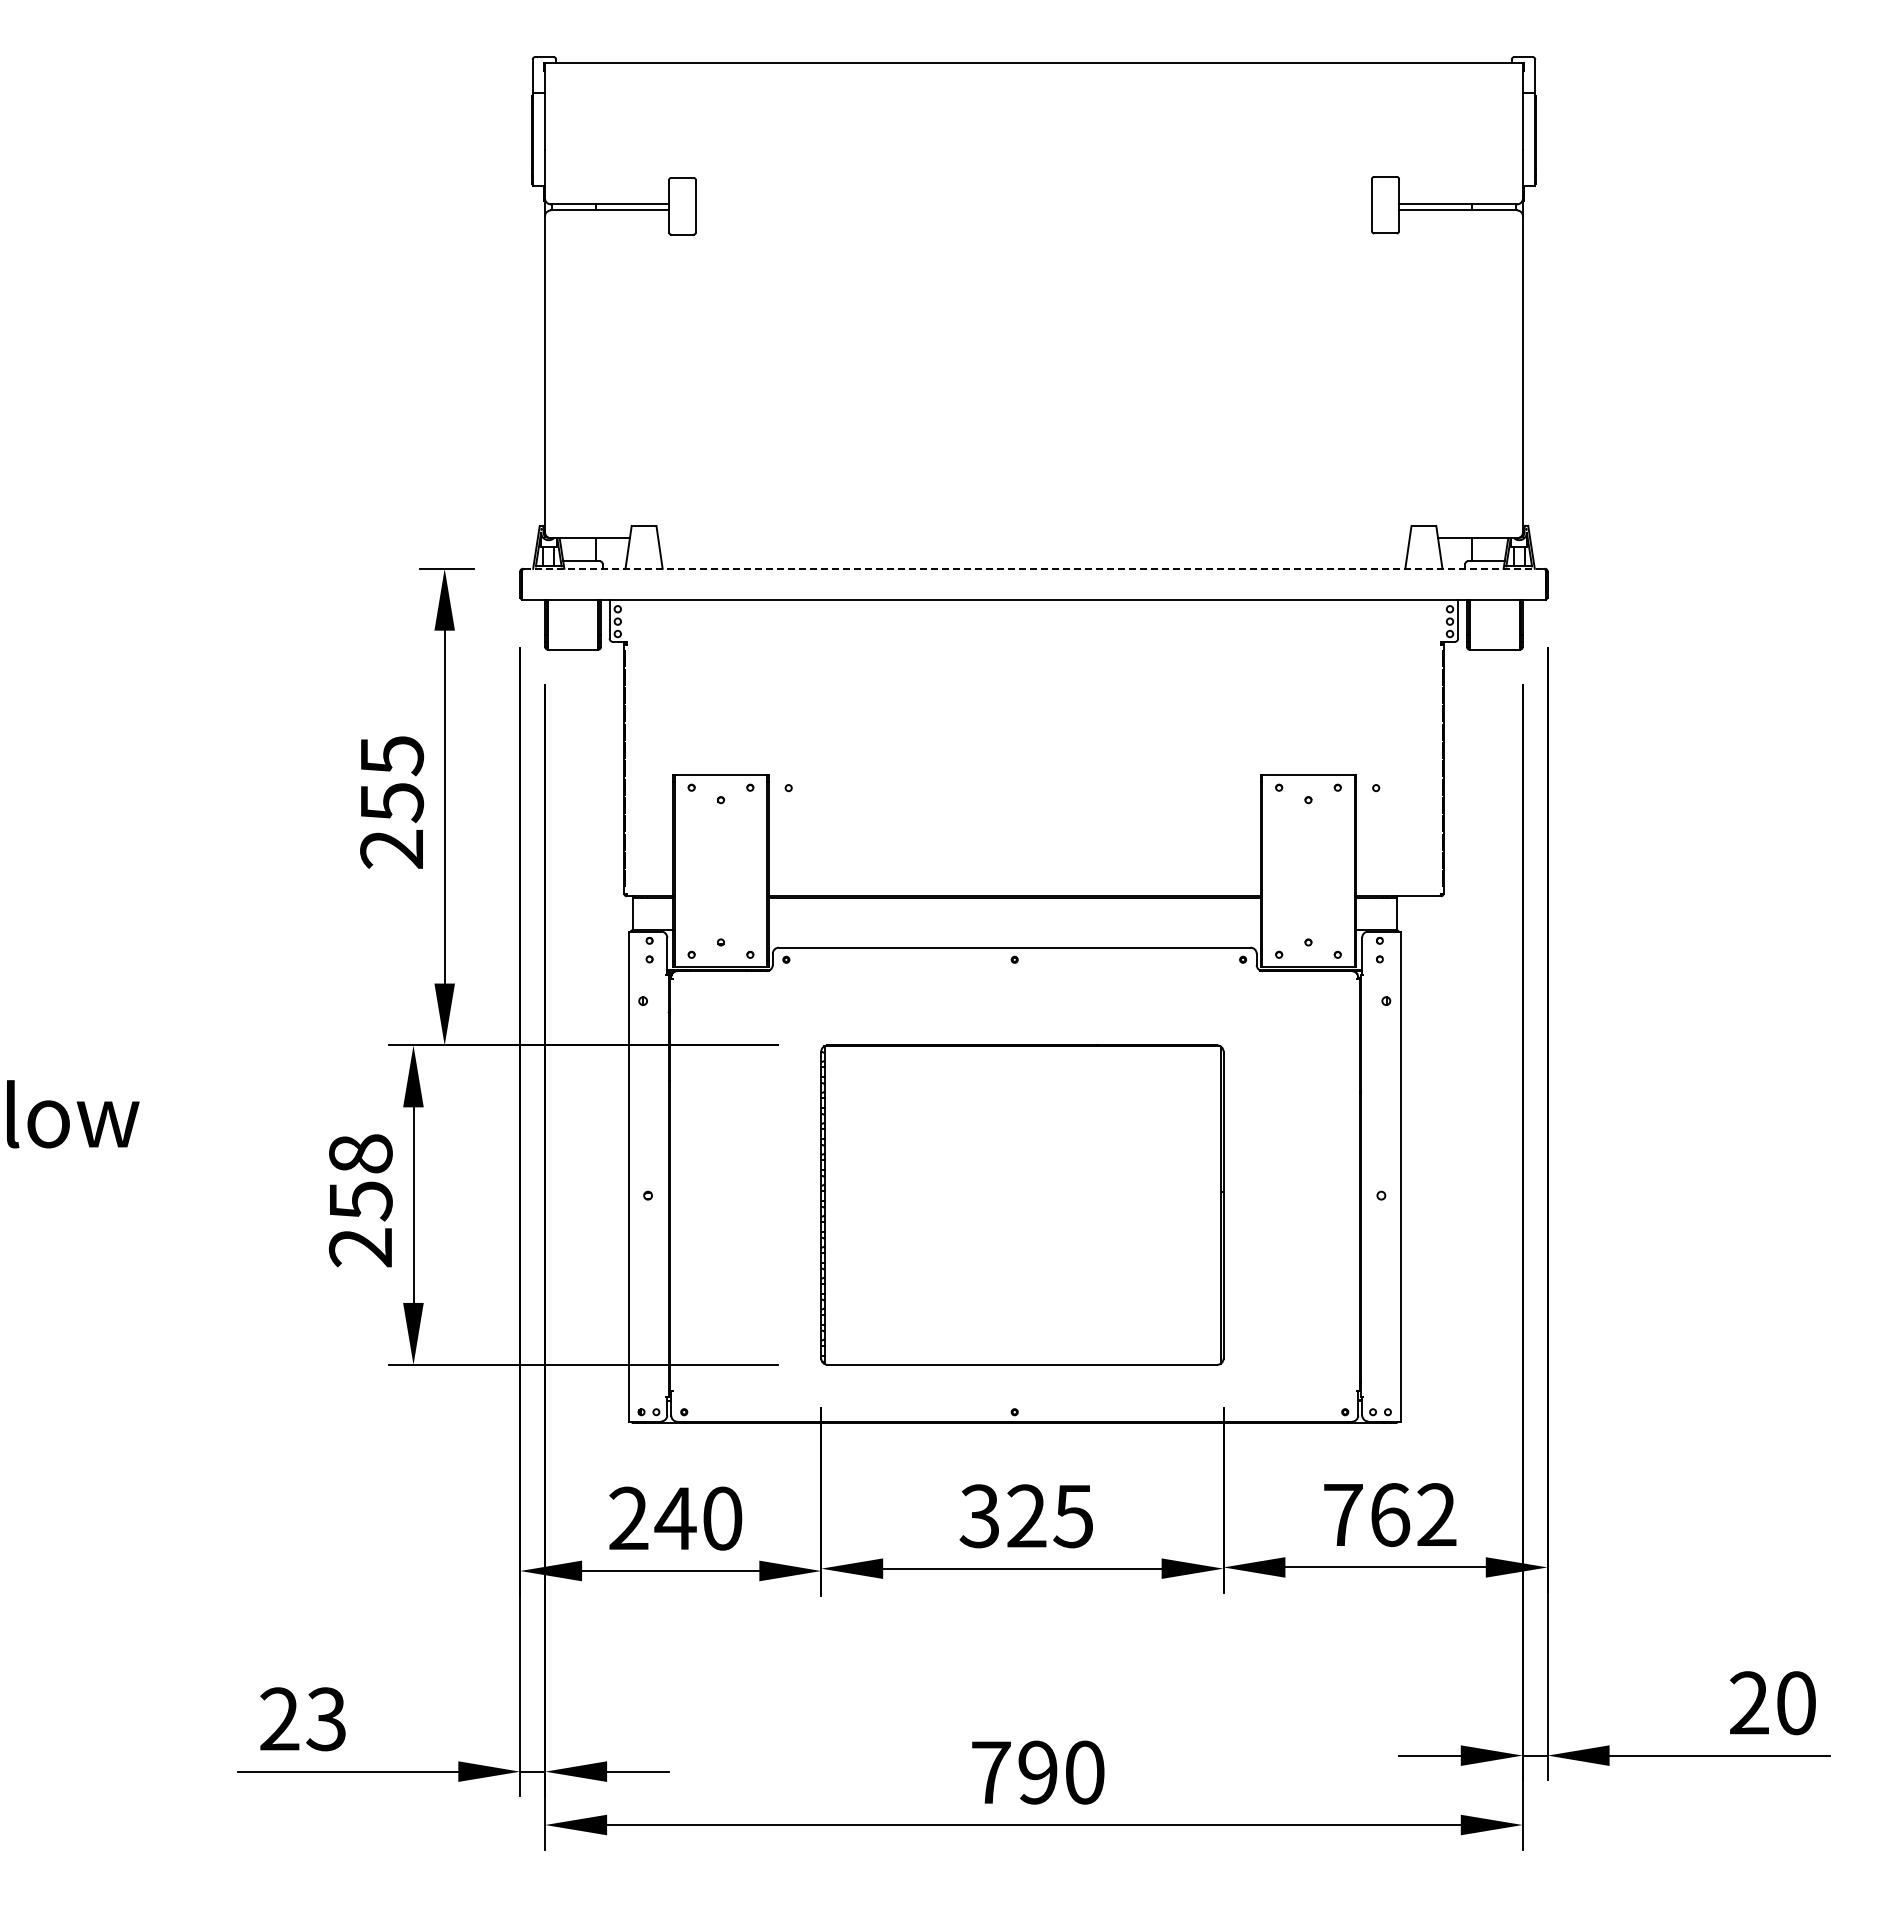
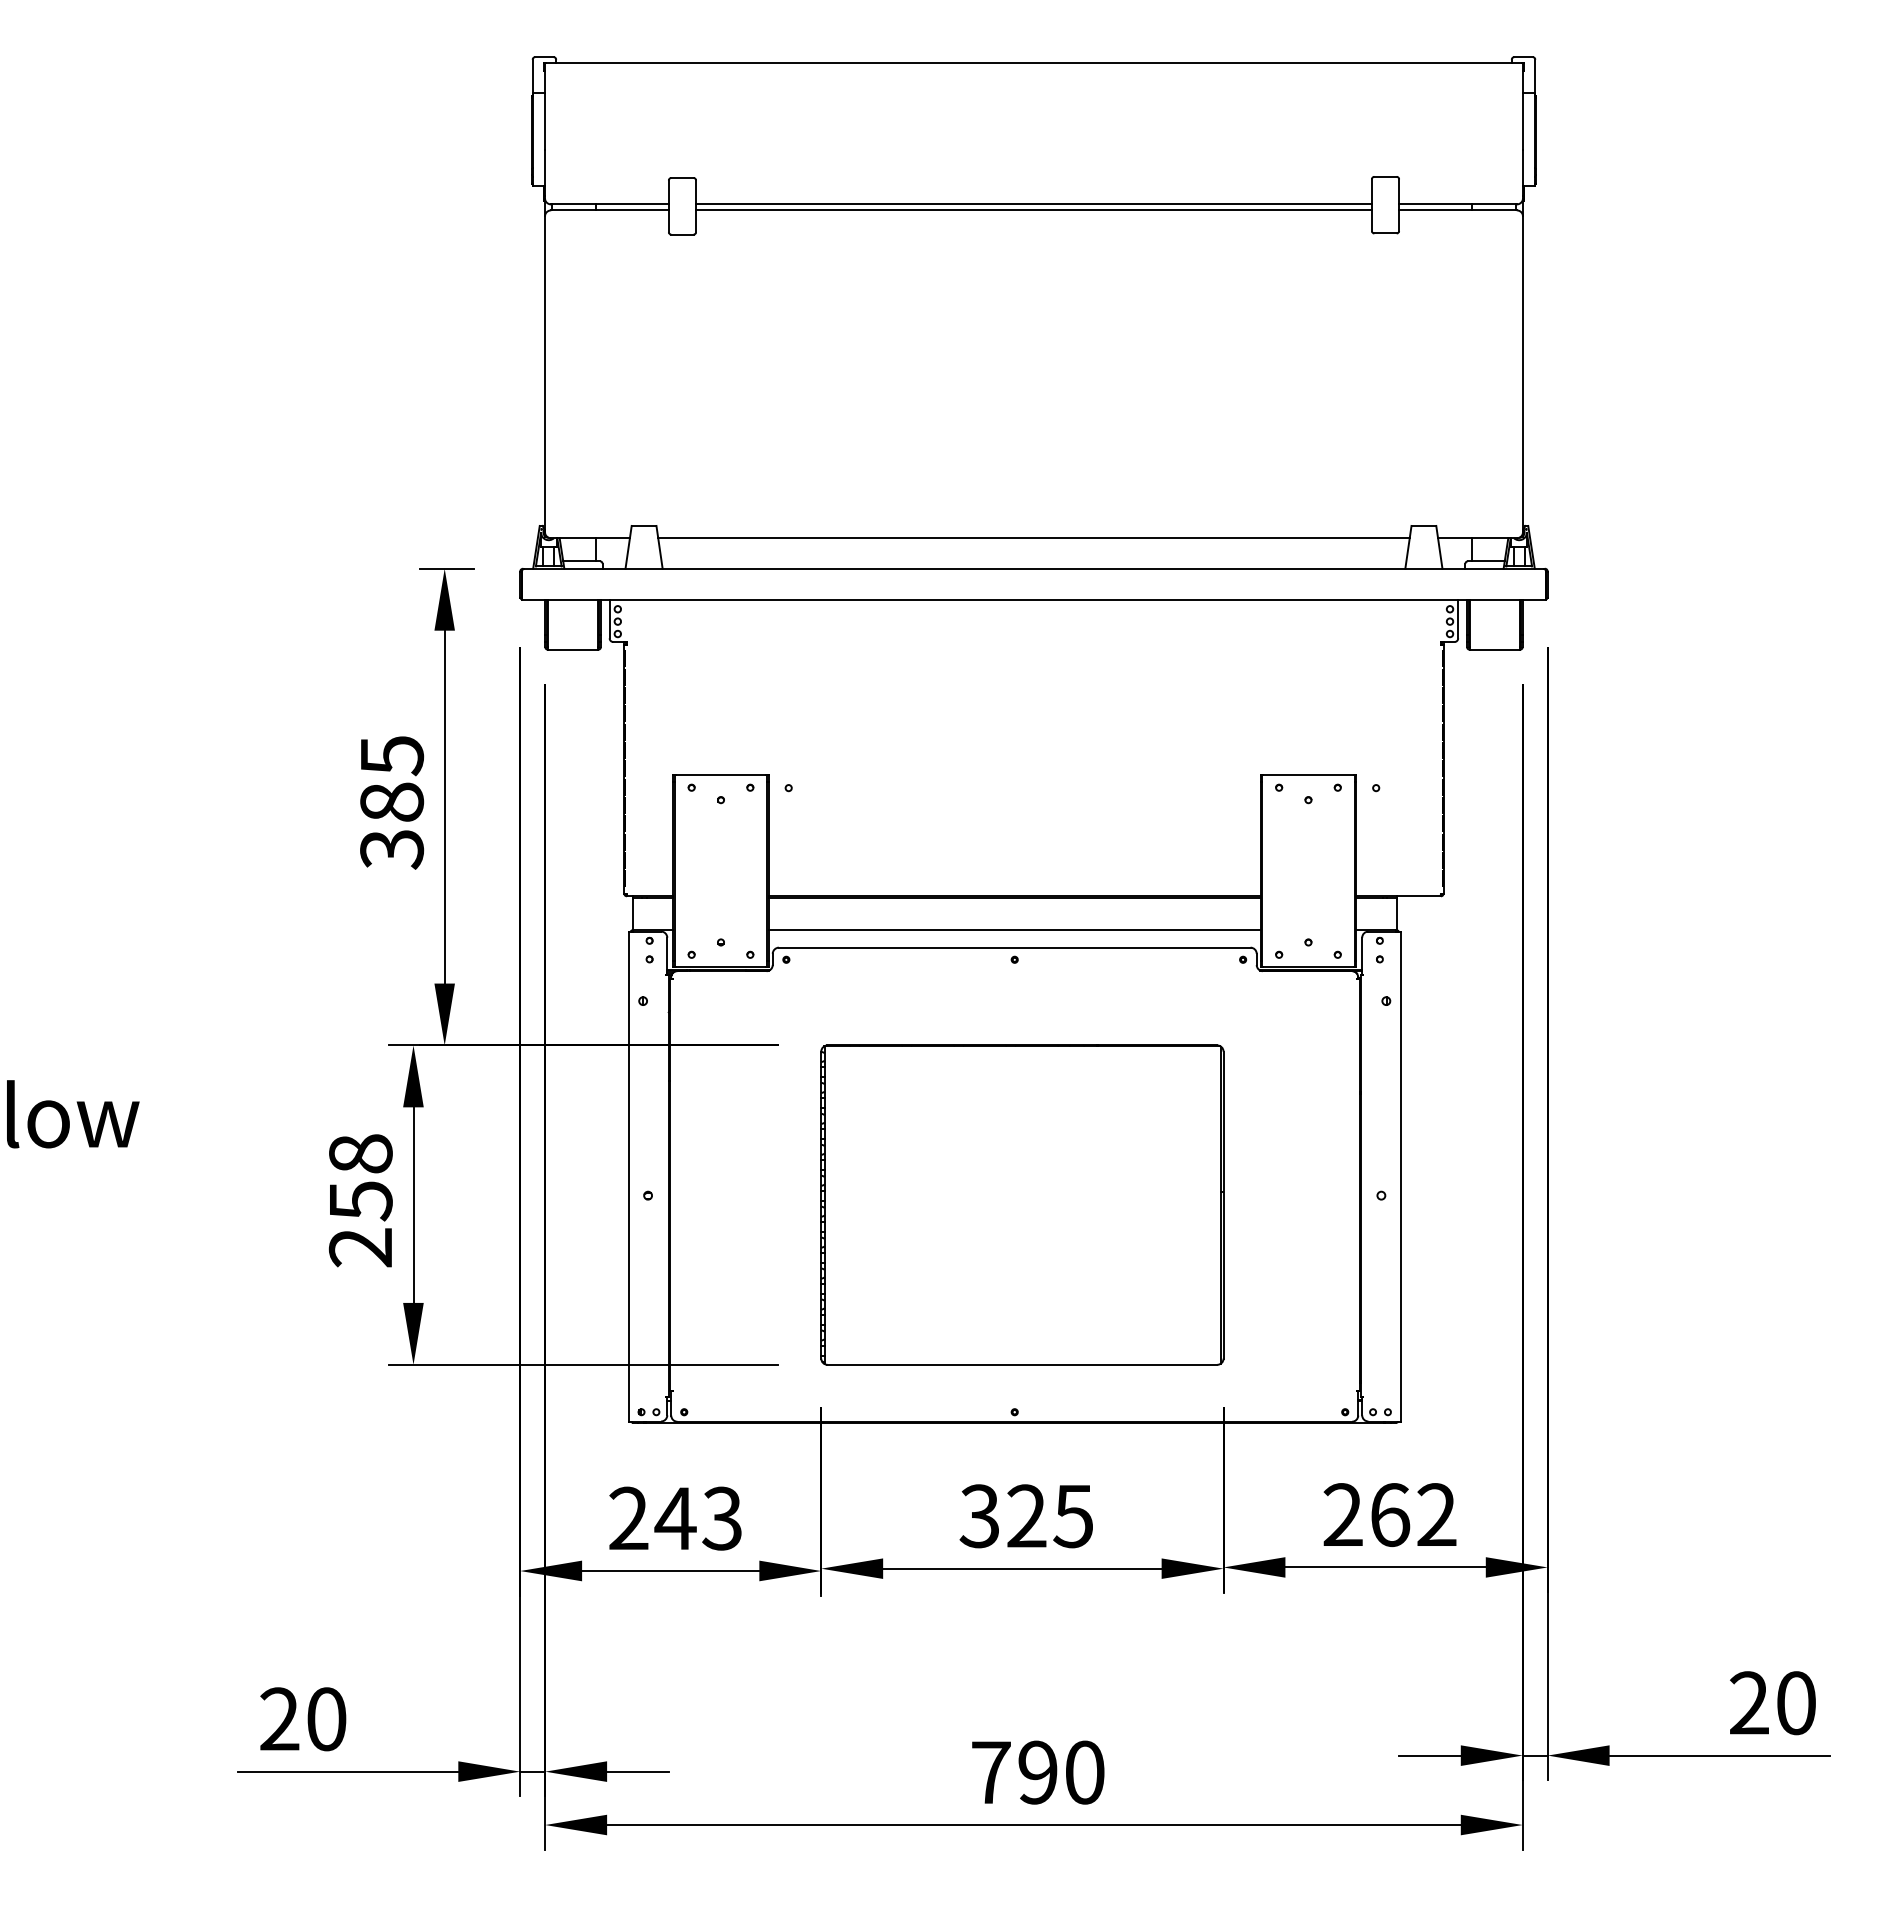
line at (1033, 204): none -> present
line at (1033, 210): none -> present
line at (1033, 538): none -> present
line at (1034, 568): dashed -> solid
text at (392, 825): 255 -> 385
line at (1014, 930): none -> present
text at (1342, 1514): 762 -> 262
text at (722, 1518): 240 -> 243
text at (326, 1719): 23 -> 20
